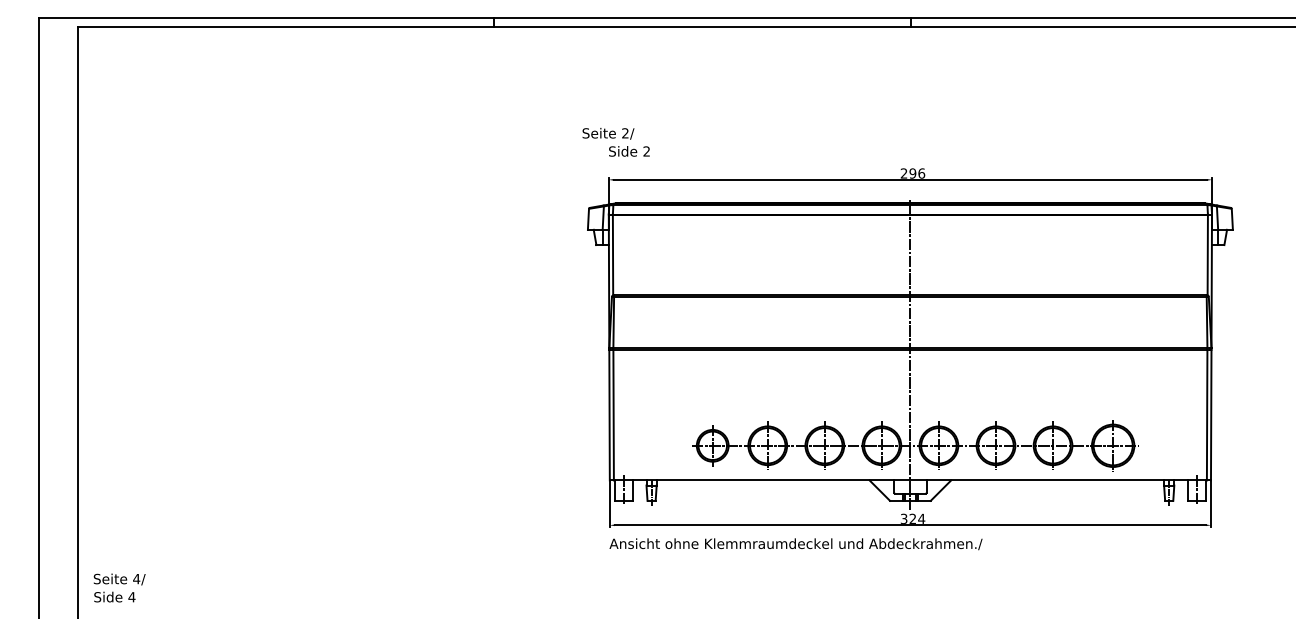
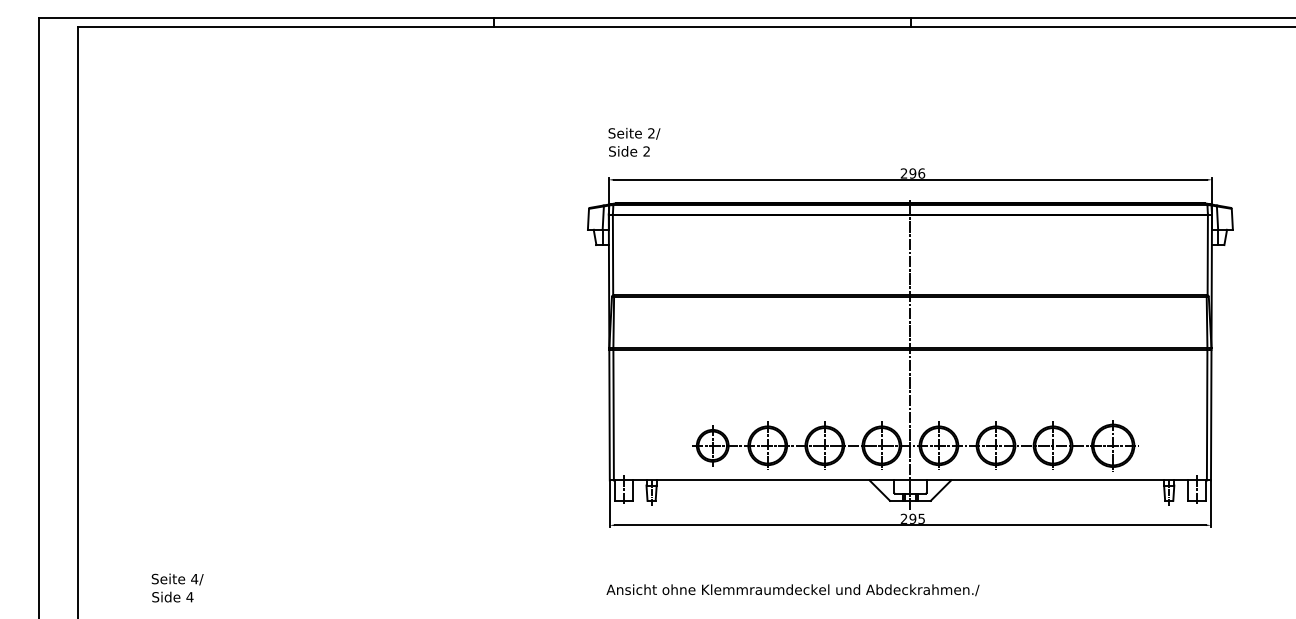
text at (608, 133) position: (608, 133) -> (634, 133)
text at (912, 518): 324 -> 295
text at (795, 544) position: (795, 544) -> (792, 590)
text at (119, 587) position: (119, 587) -> (177, 587)
